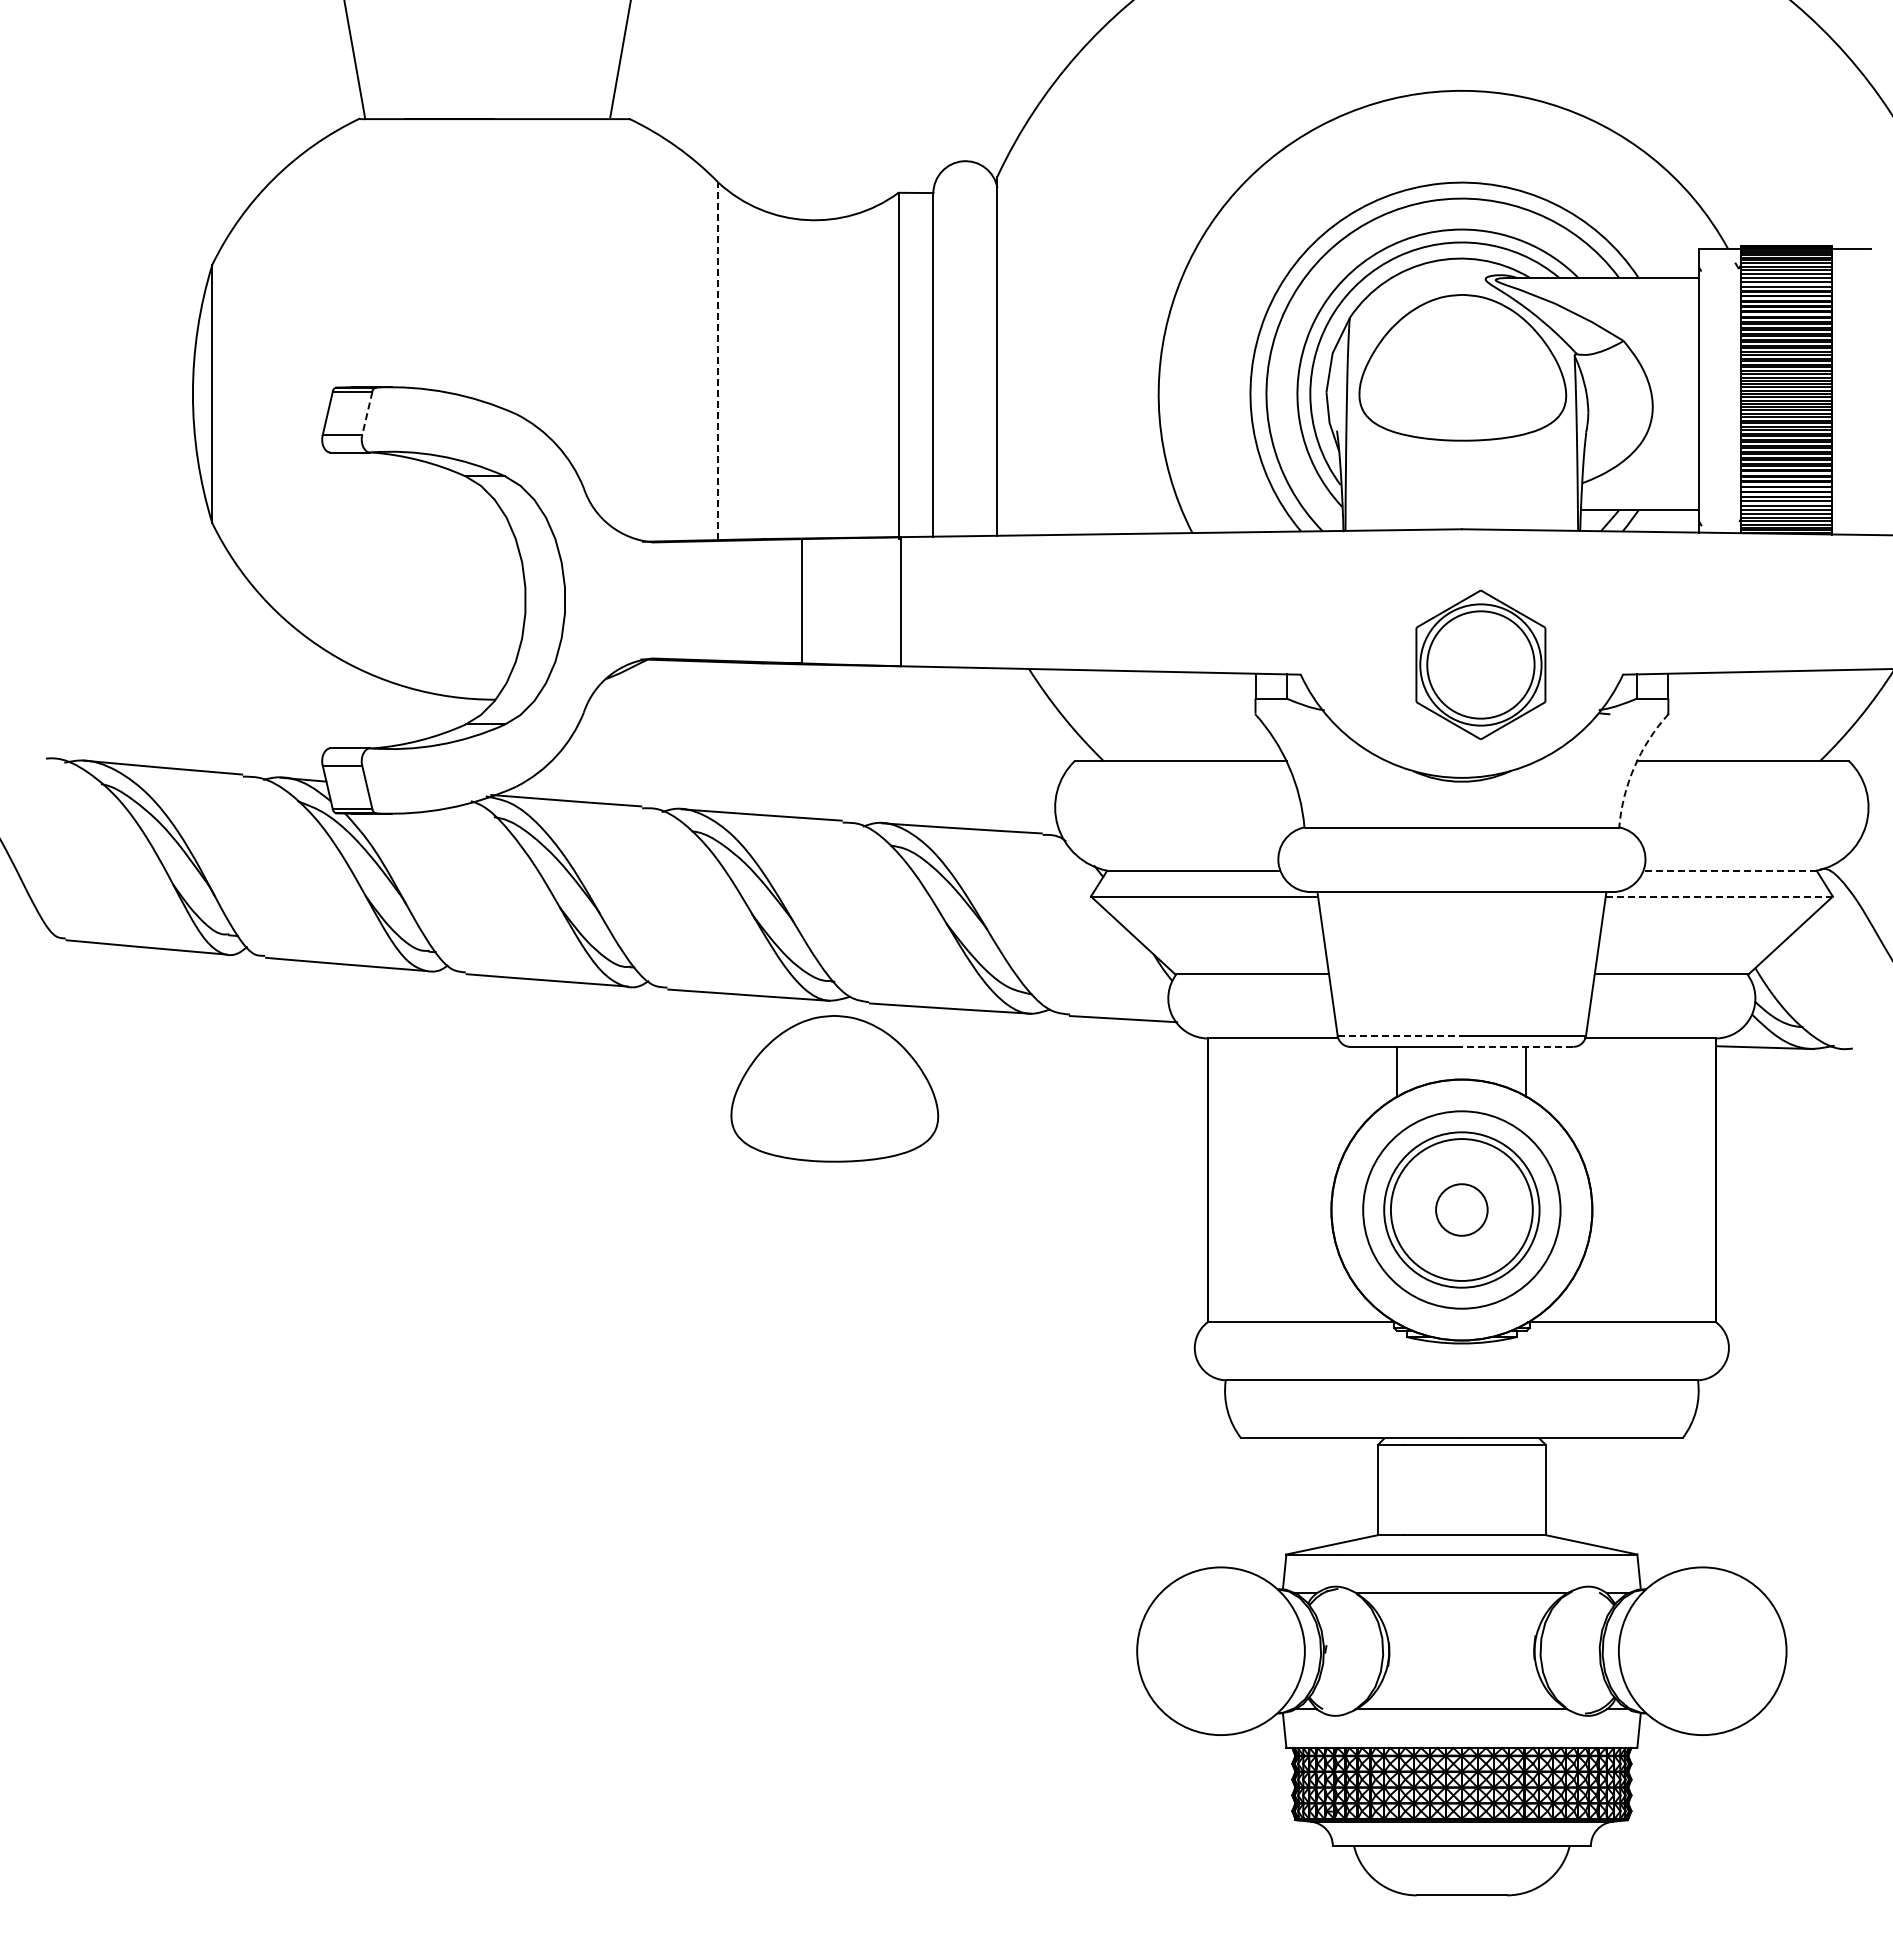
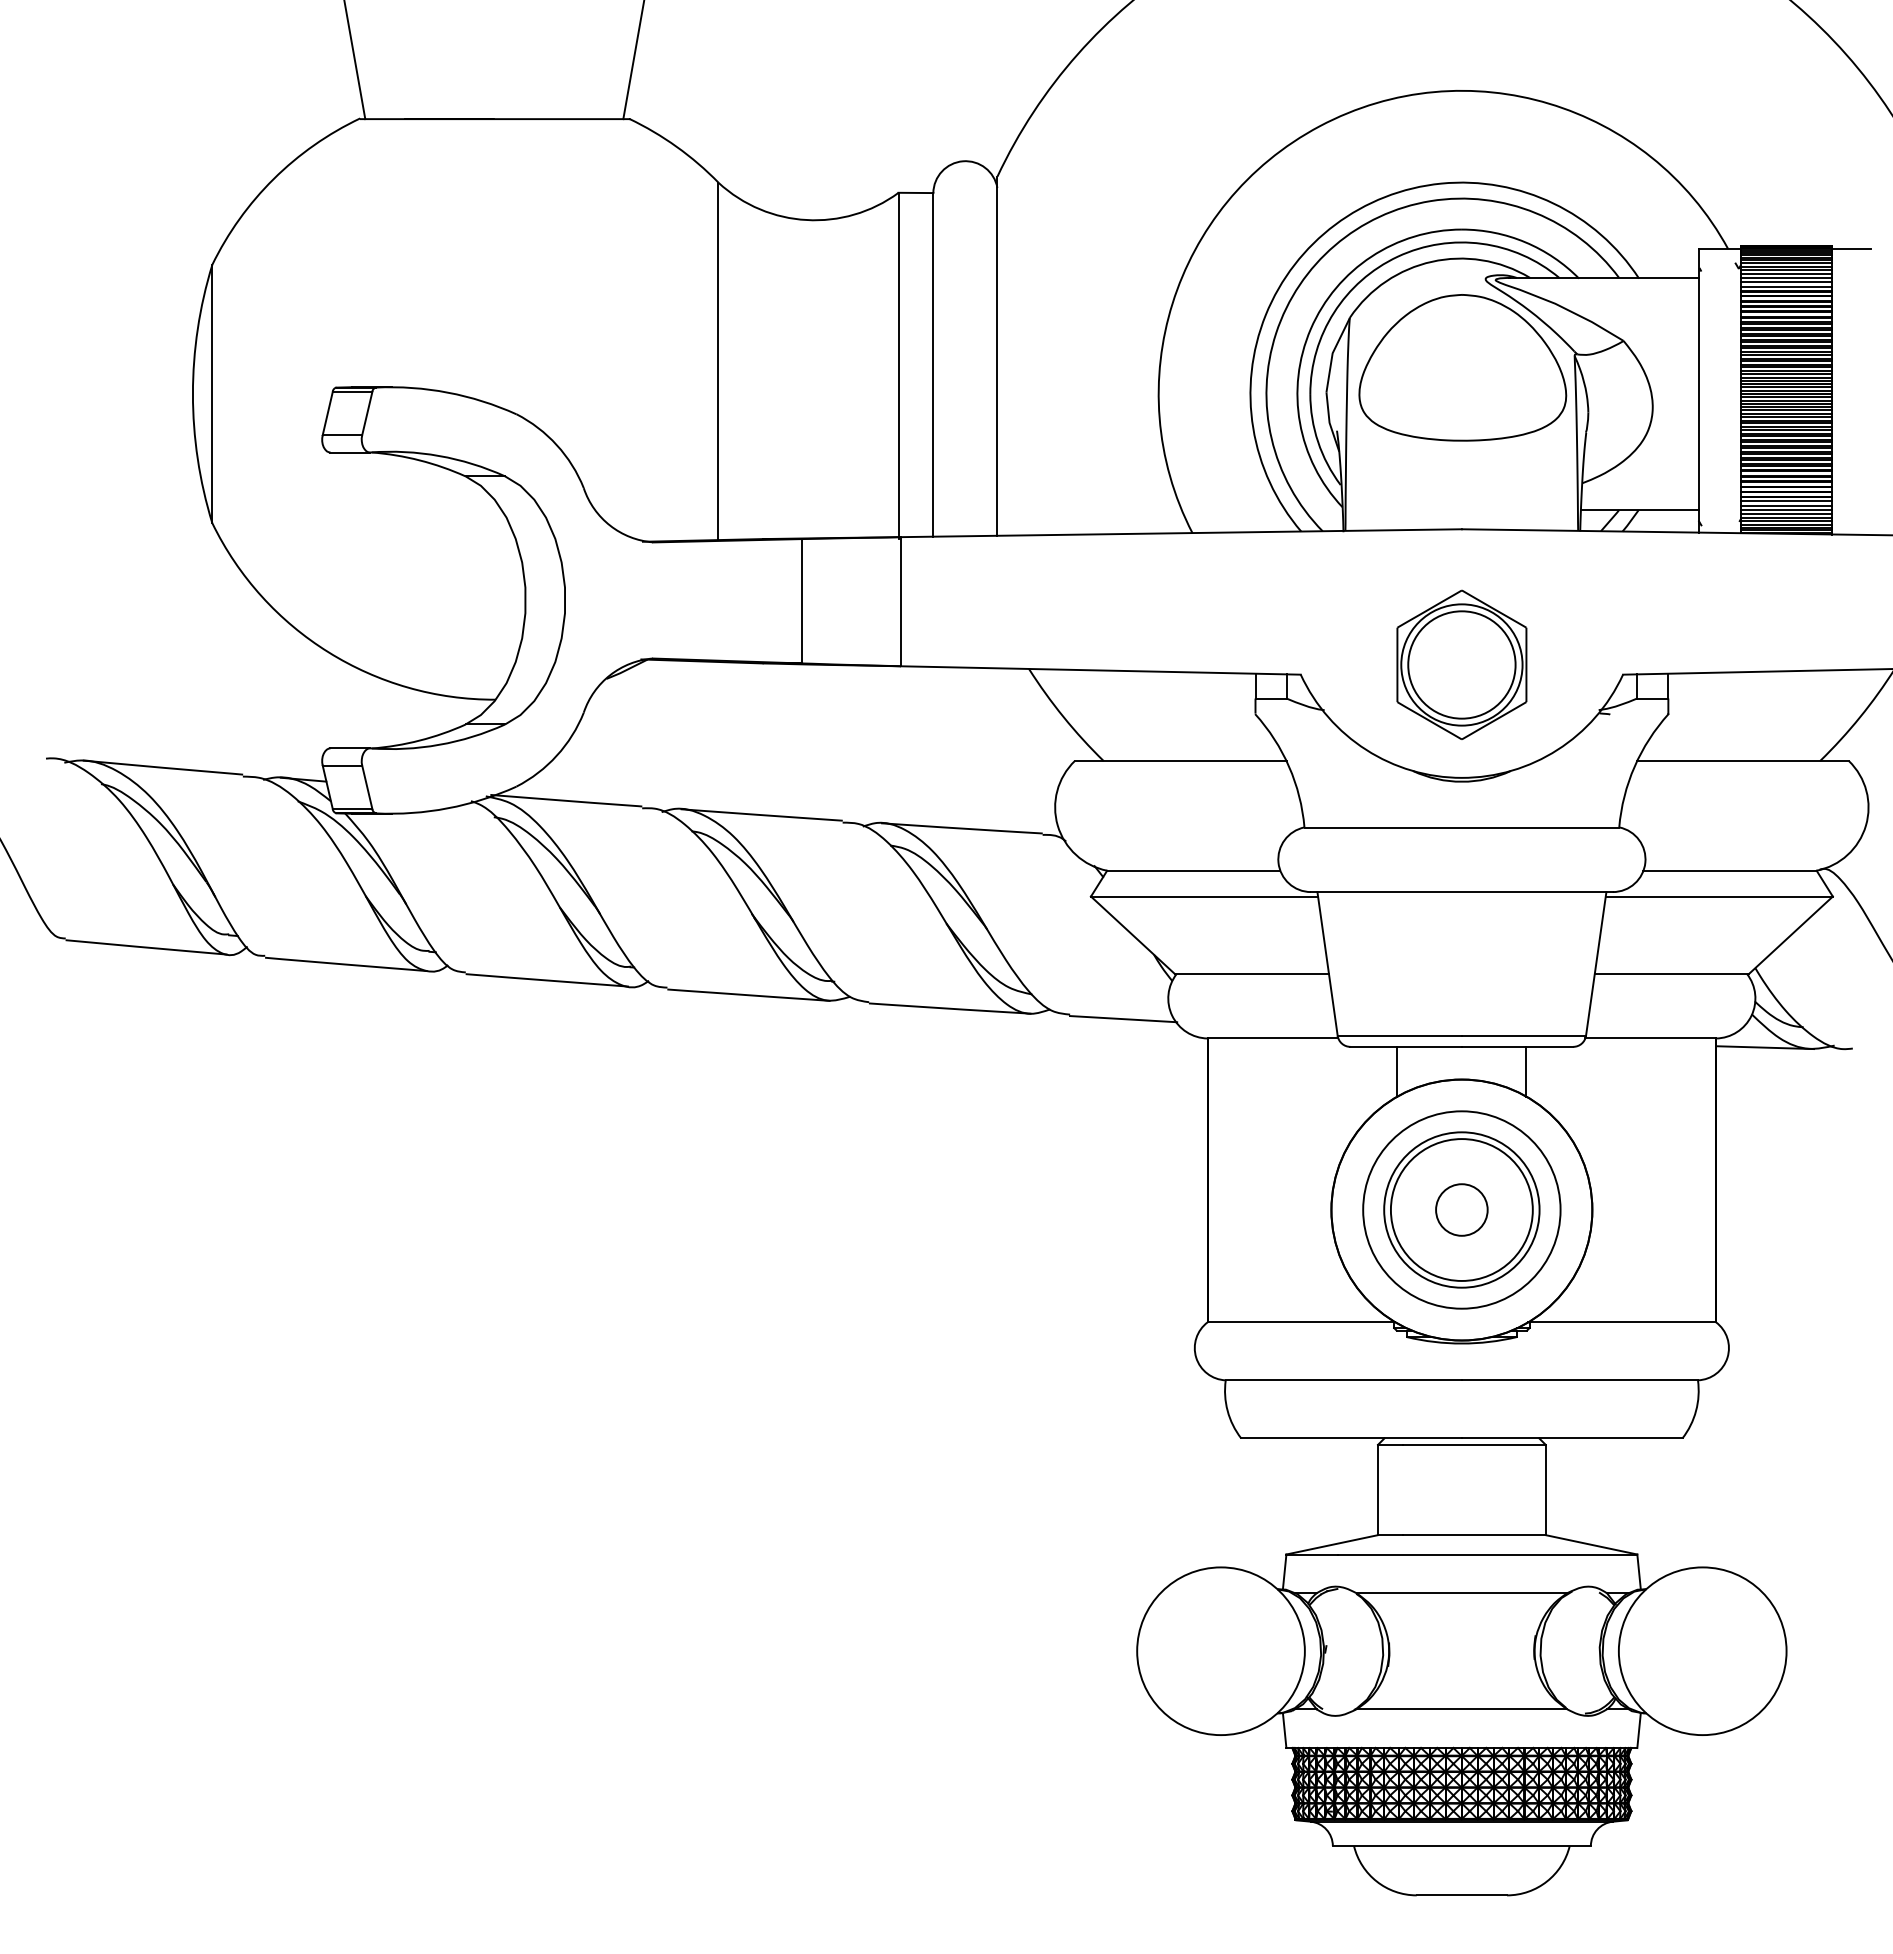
line at (620, 59) position: (620, 59) -> (633, 60)
line at (718, 361): dashed -> solid
line at (367, 414): dashed -> solid
part at (1480, 664) position: (1480, 664) -> (1461, 664)
arc at (1634, 766): dashed -> solid
line at (1730, 870): dashed -> solid
line at (1719, 896): dashed -> solid
line at (1400, 1035): dashed -> solid
line at (1517, 1046): dashed -> solid
part at (834, 1088): present -> none
